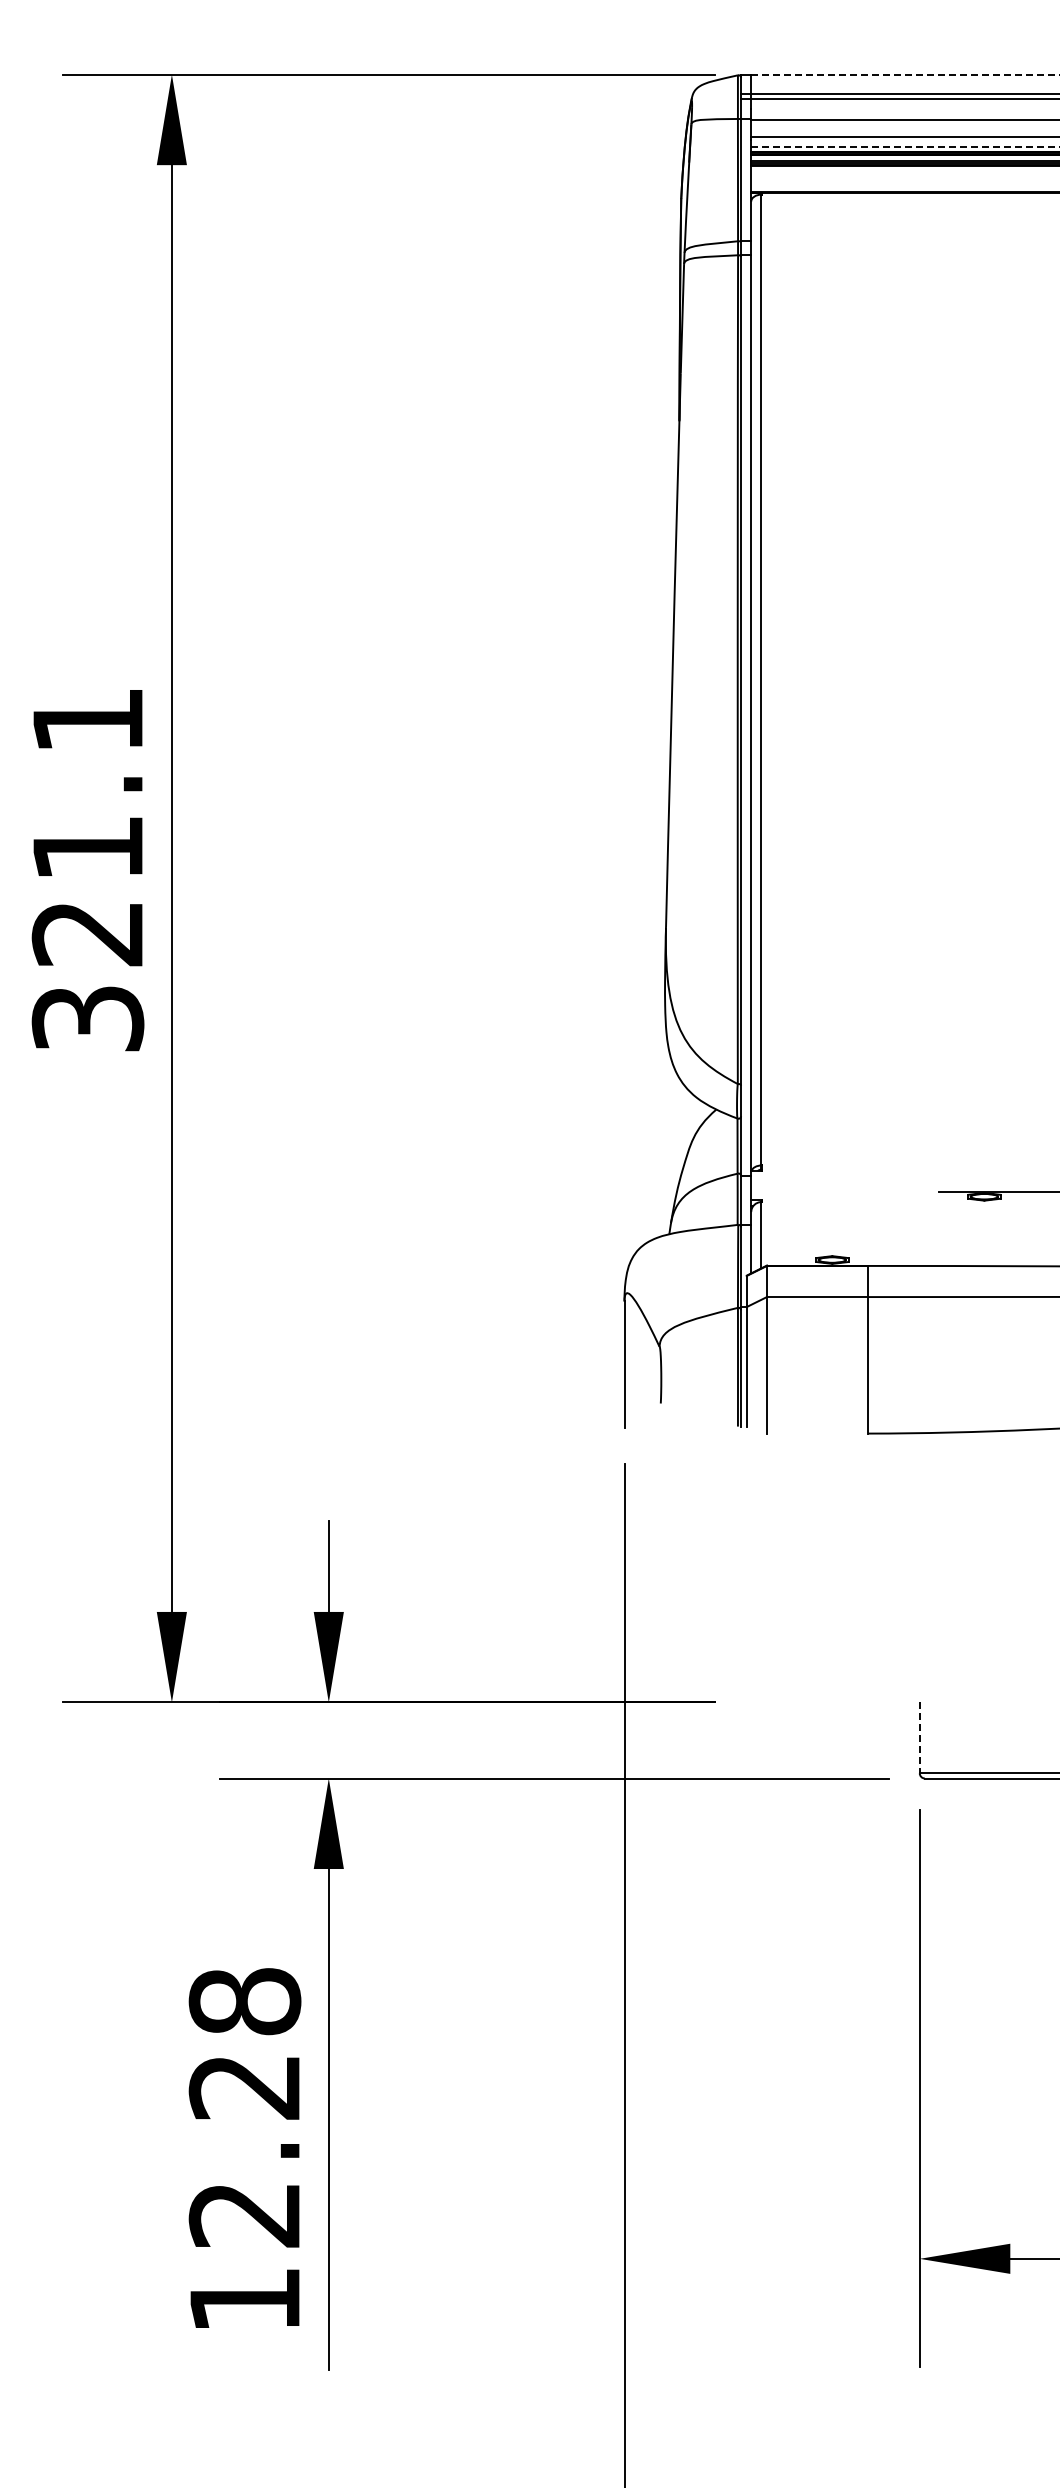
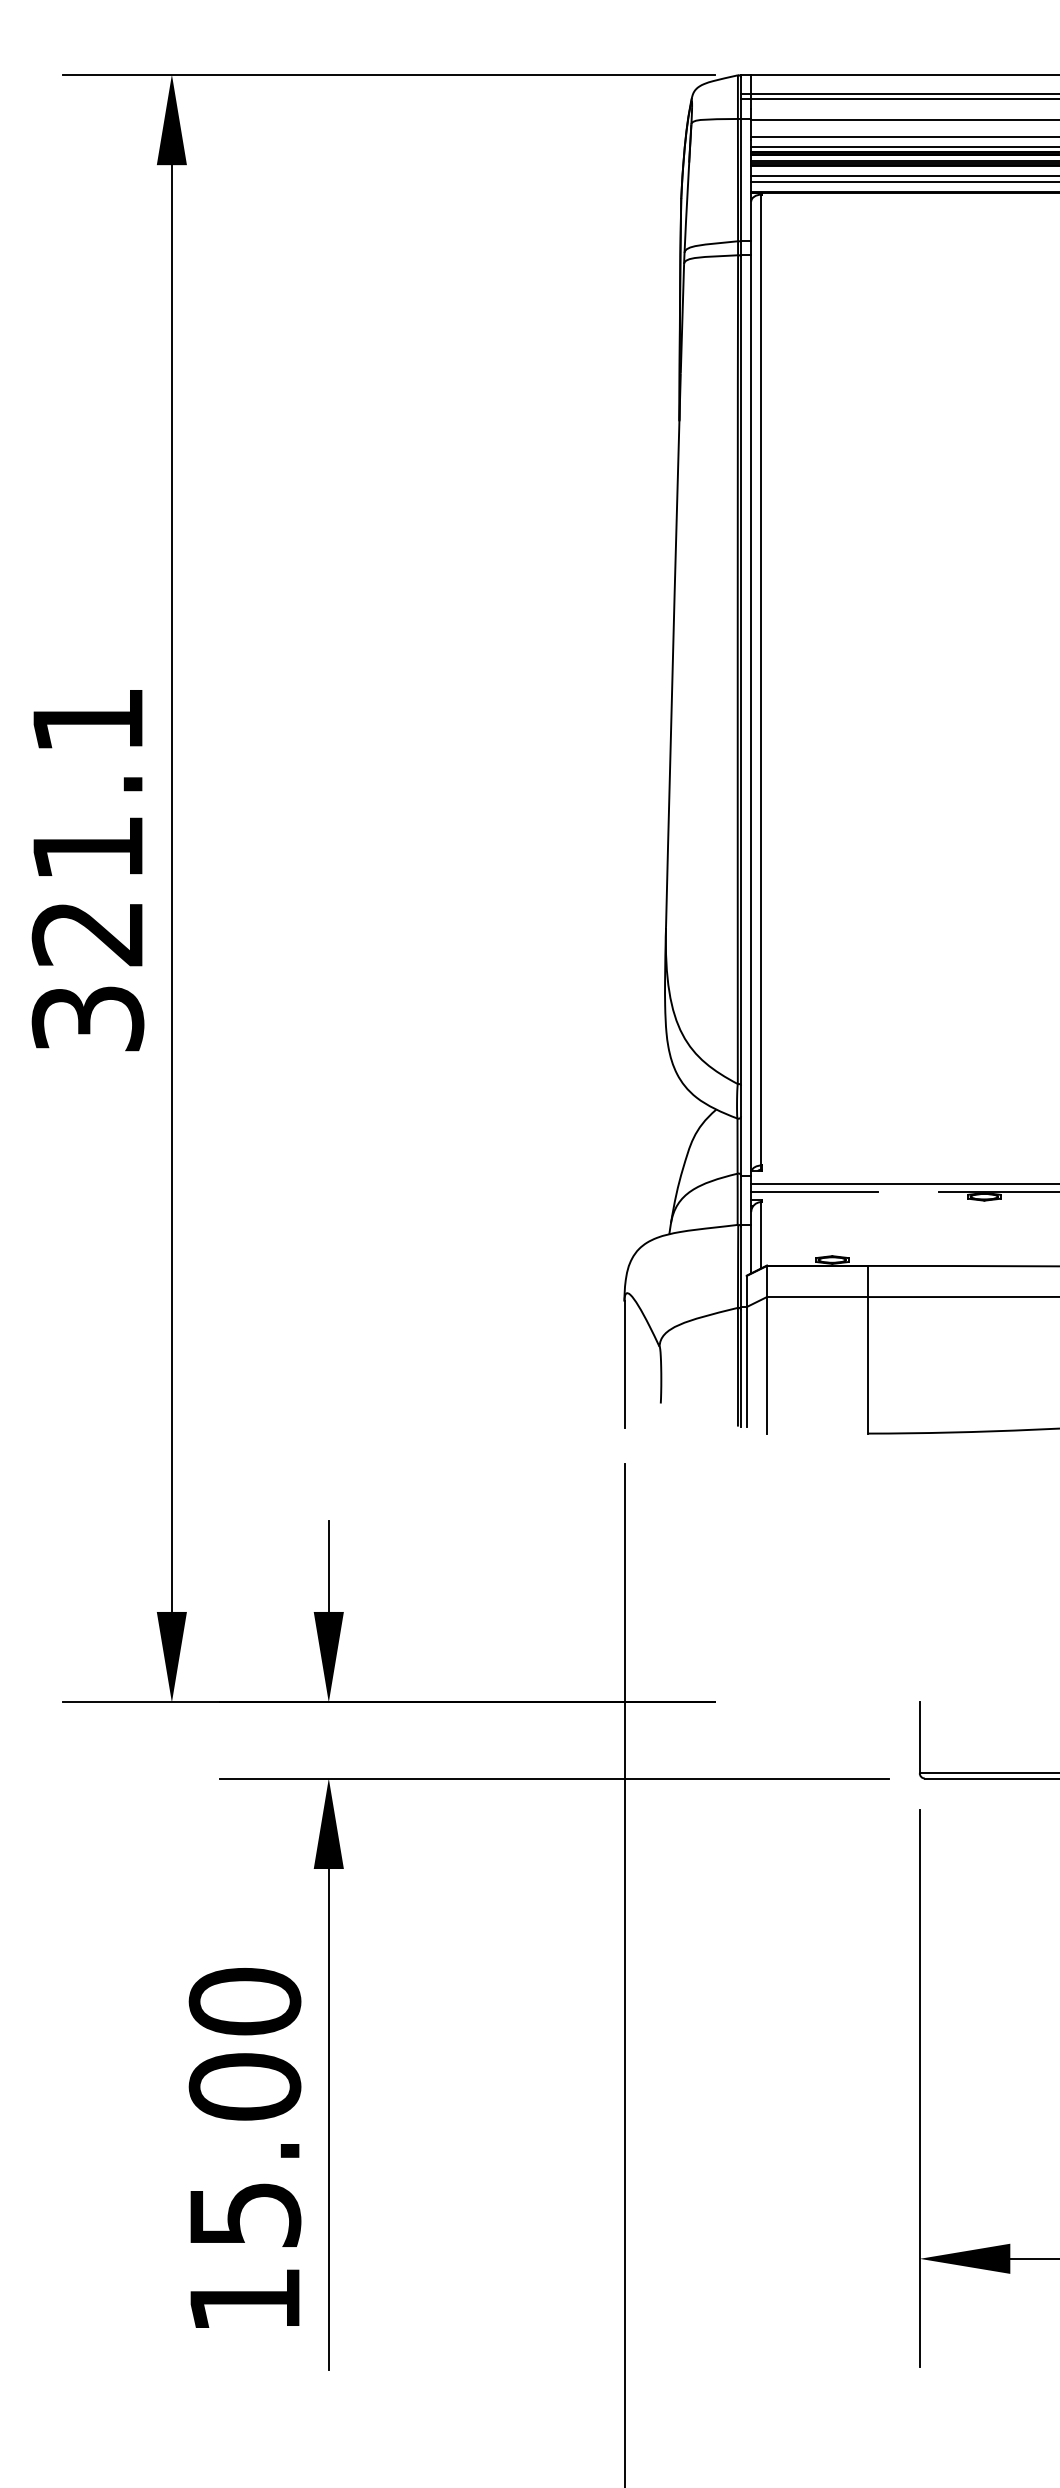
line at (905, 74): dashed -> solid
line at (905, 146): dashed -> solid
line at (903, 175): none -> present
line at (903, 181): none -> present
line at (903, 1184): none -> present
line at (814, 1191): none -> present
line at (919, 1738): dashed -> solid
text at (244, 2107): 12.28 -> 15.00
